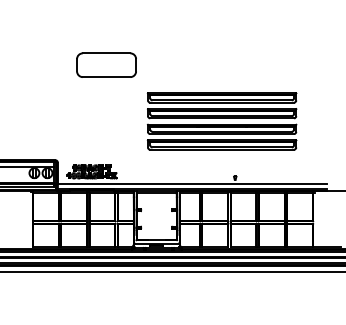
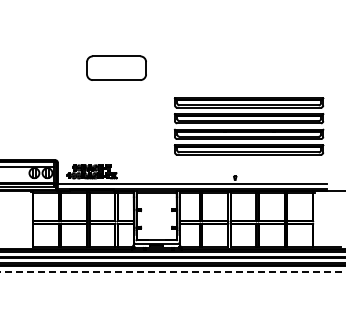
part at (106, 64) position: (106, 64) -> (116, 67)
part at (221, 121) position: (221, 121) -> (248, 126)
line at (173, 271): solid -> dashed
